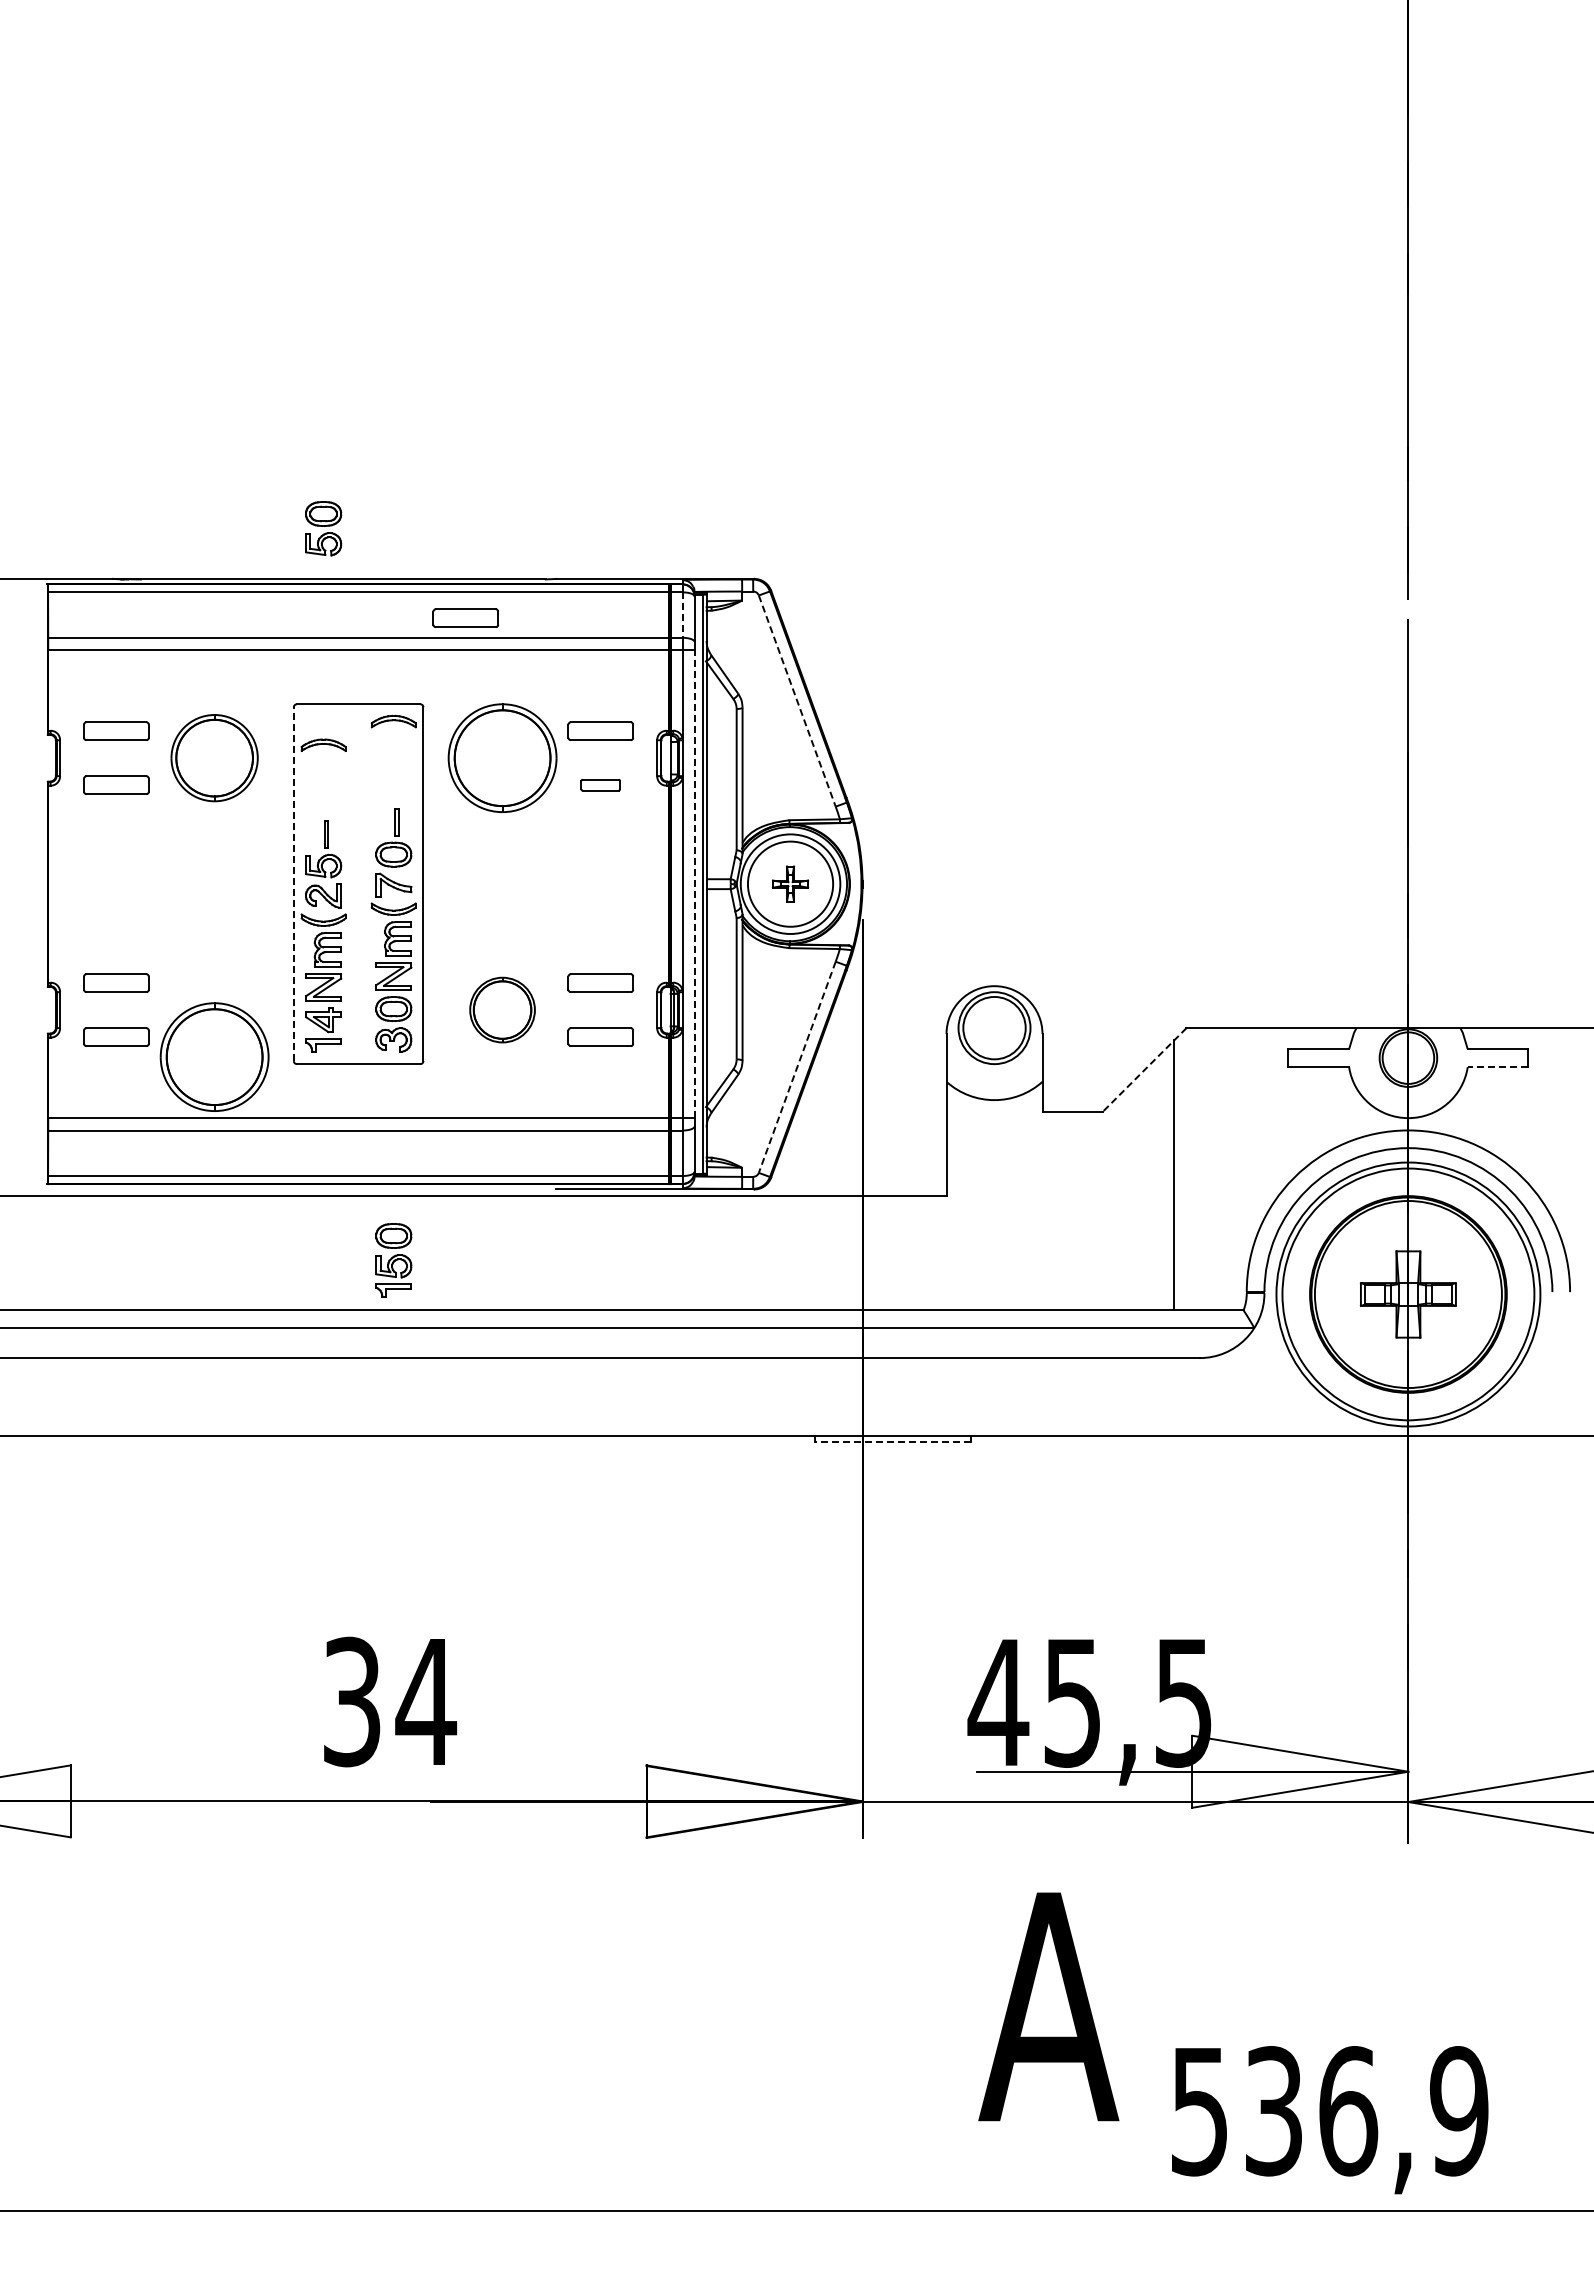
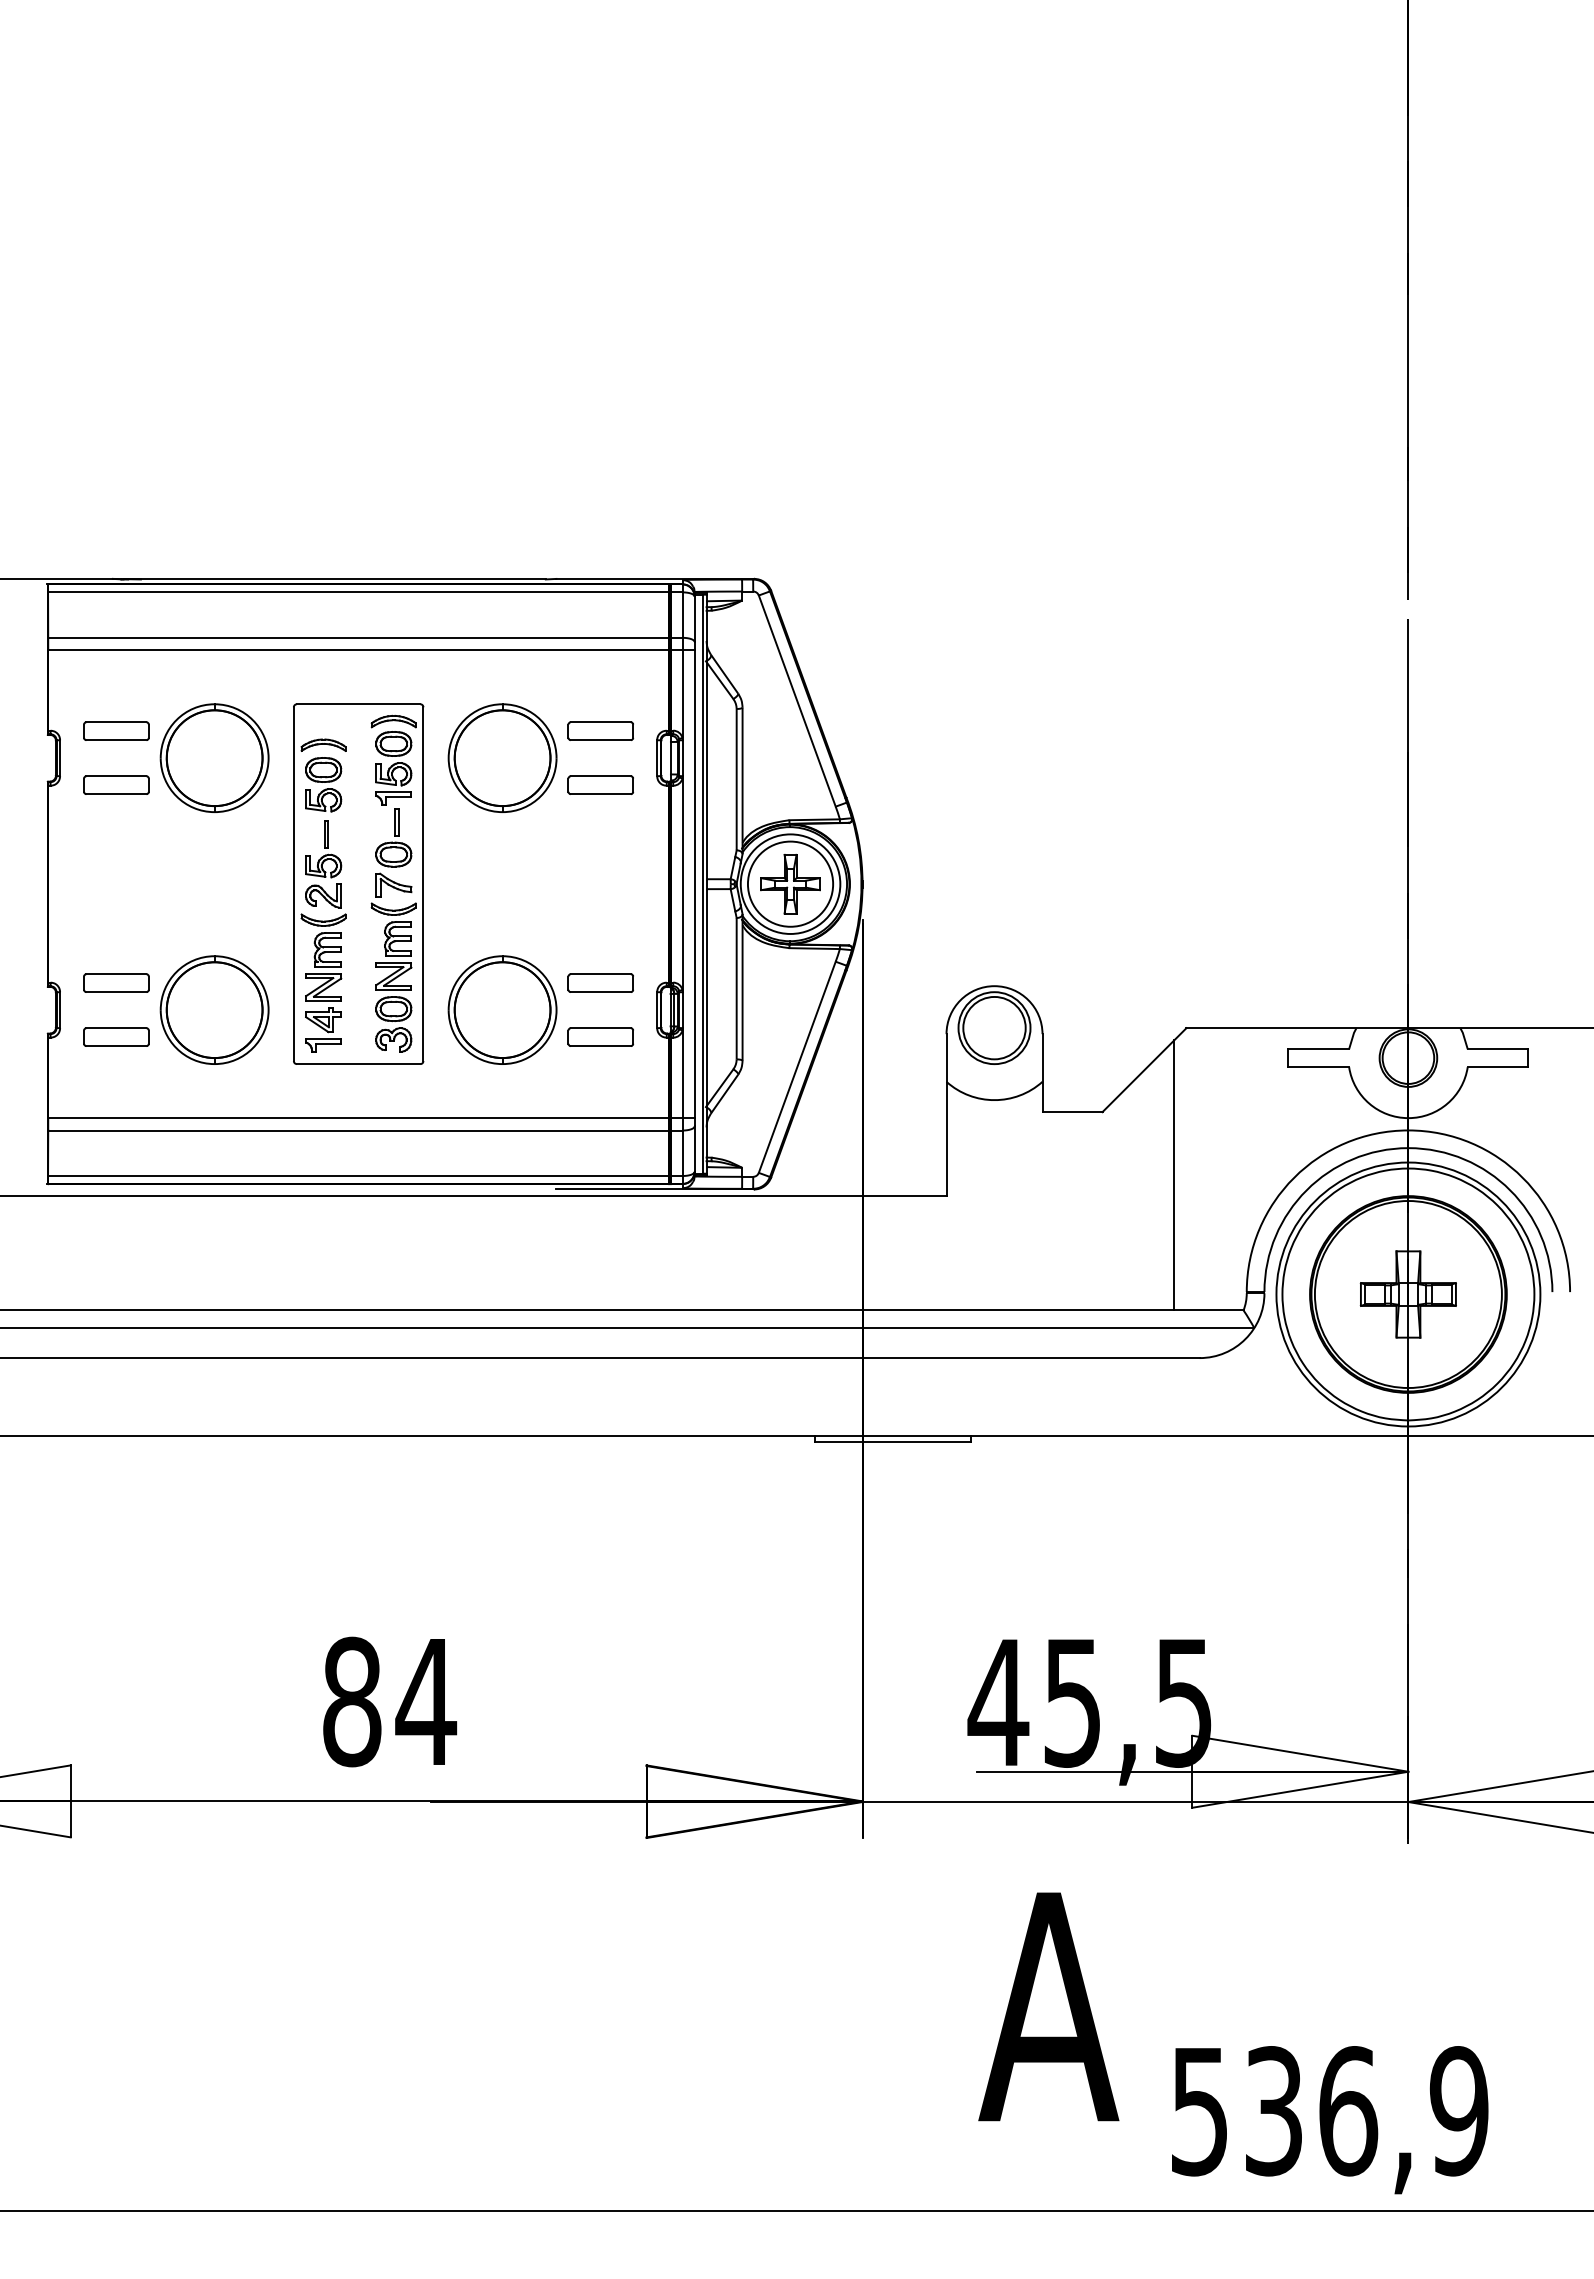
part at (323, 528) position: (323, 528) -> (323, 784)
line at (682, 615): dashed -> solid
part at (465, 617): present -> none
line at (797, 701): dashed -> solid
part at (214, 758) size: 89x89 px -> 111x110 px
part at (600, 785) size: 41x13 px -> 67x20 px
line at (694, 883): dashed -> solid
part at (790, 883) size: 38x38 px -> 61x62 px
line at (293, 884): dashed -> solid
part at (502, 1009) size: 67x68 px -> 111x110 px
part at (214, 1056) position: (214, 1056) -> (214, 1009)
line at (797, 1067): dashed -> solid
line at (1497, 1067): dashed -> solid
line at (1144, 1070): dashed -> solid
part at (393, 1260) position: (393, 1260) -> (393, 768)
line at (892, 1442): dashed -> solid
text at (352, 1701): 34 -> 84
